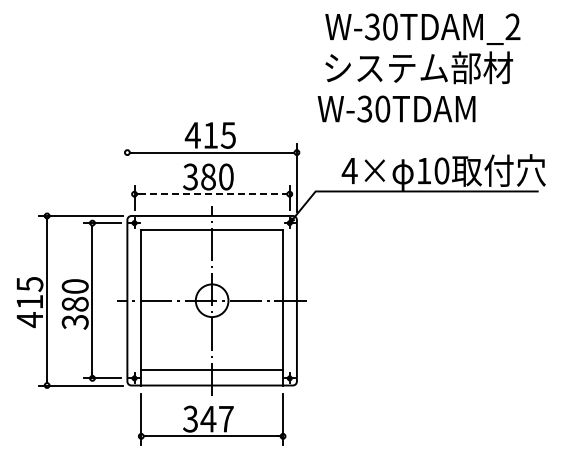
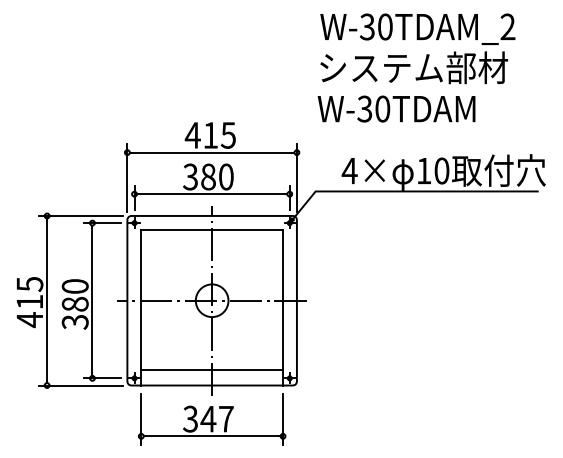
text at (422, 48) position: (422, 48) -> (417, 48)
line at (127, 177): none -> present
line at (212, 194): dashed -> solid
